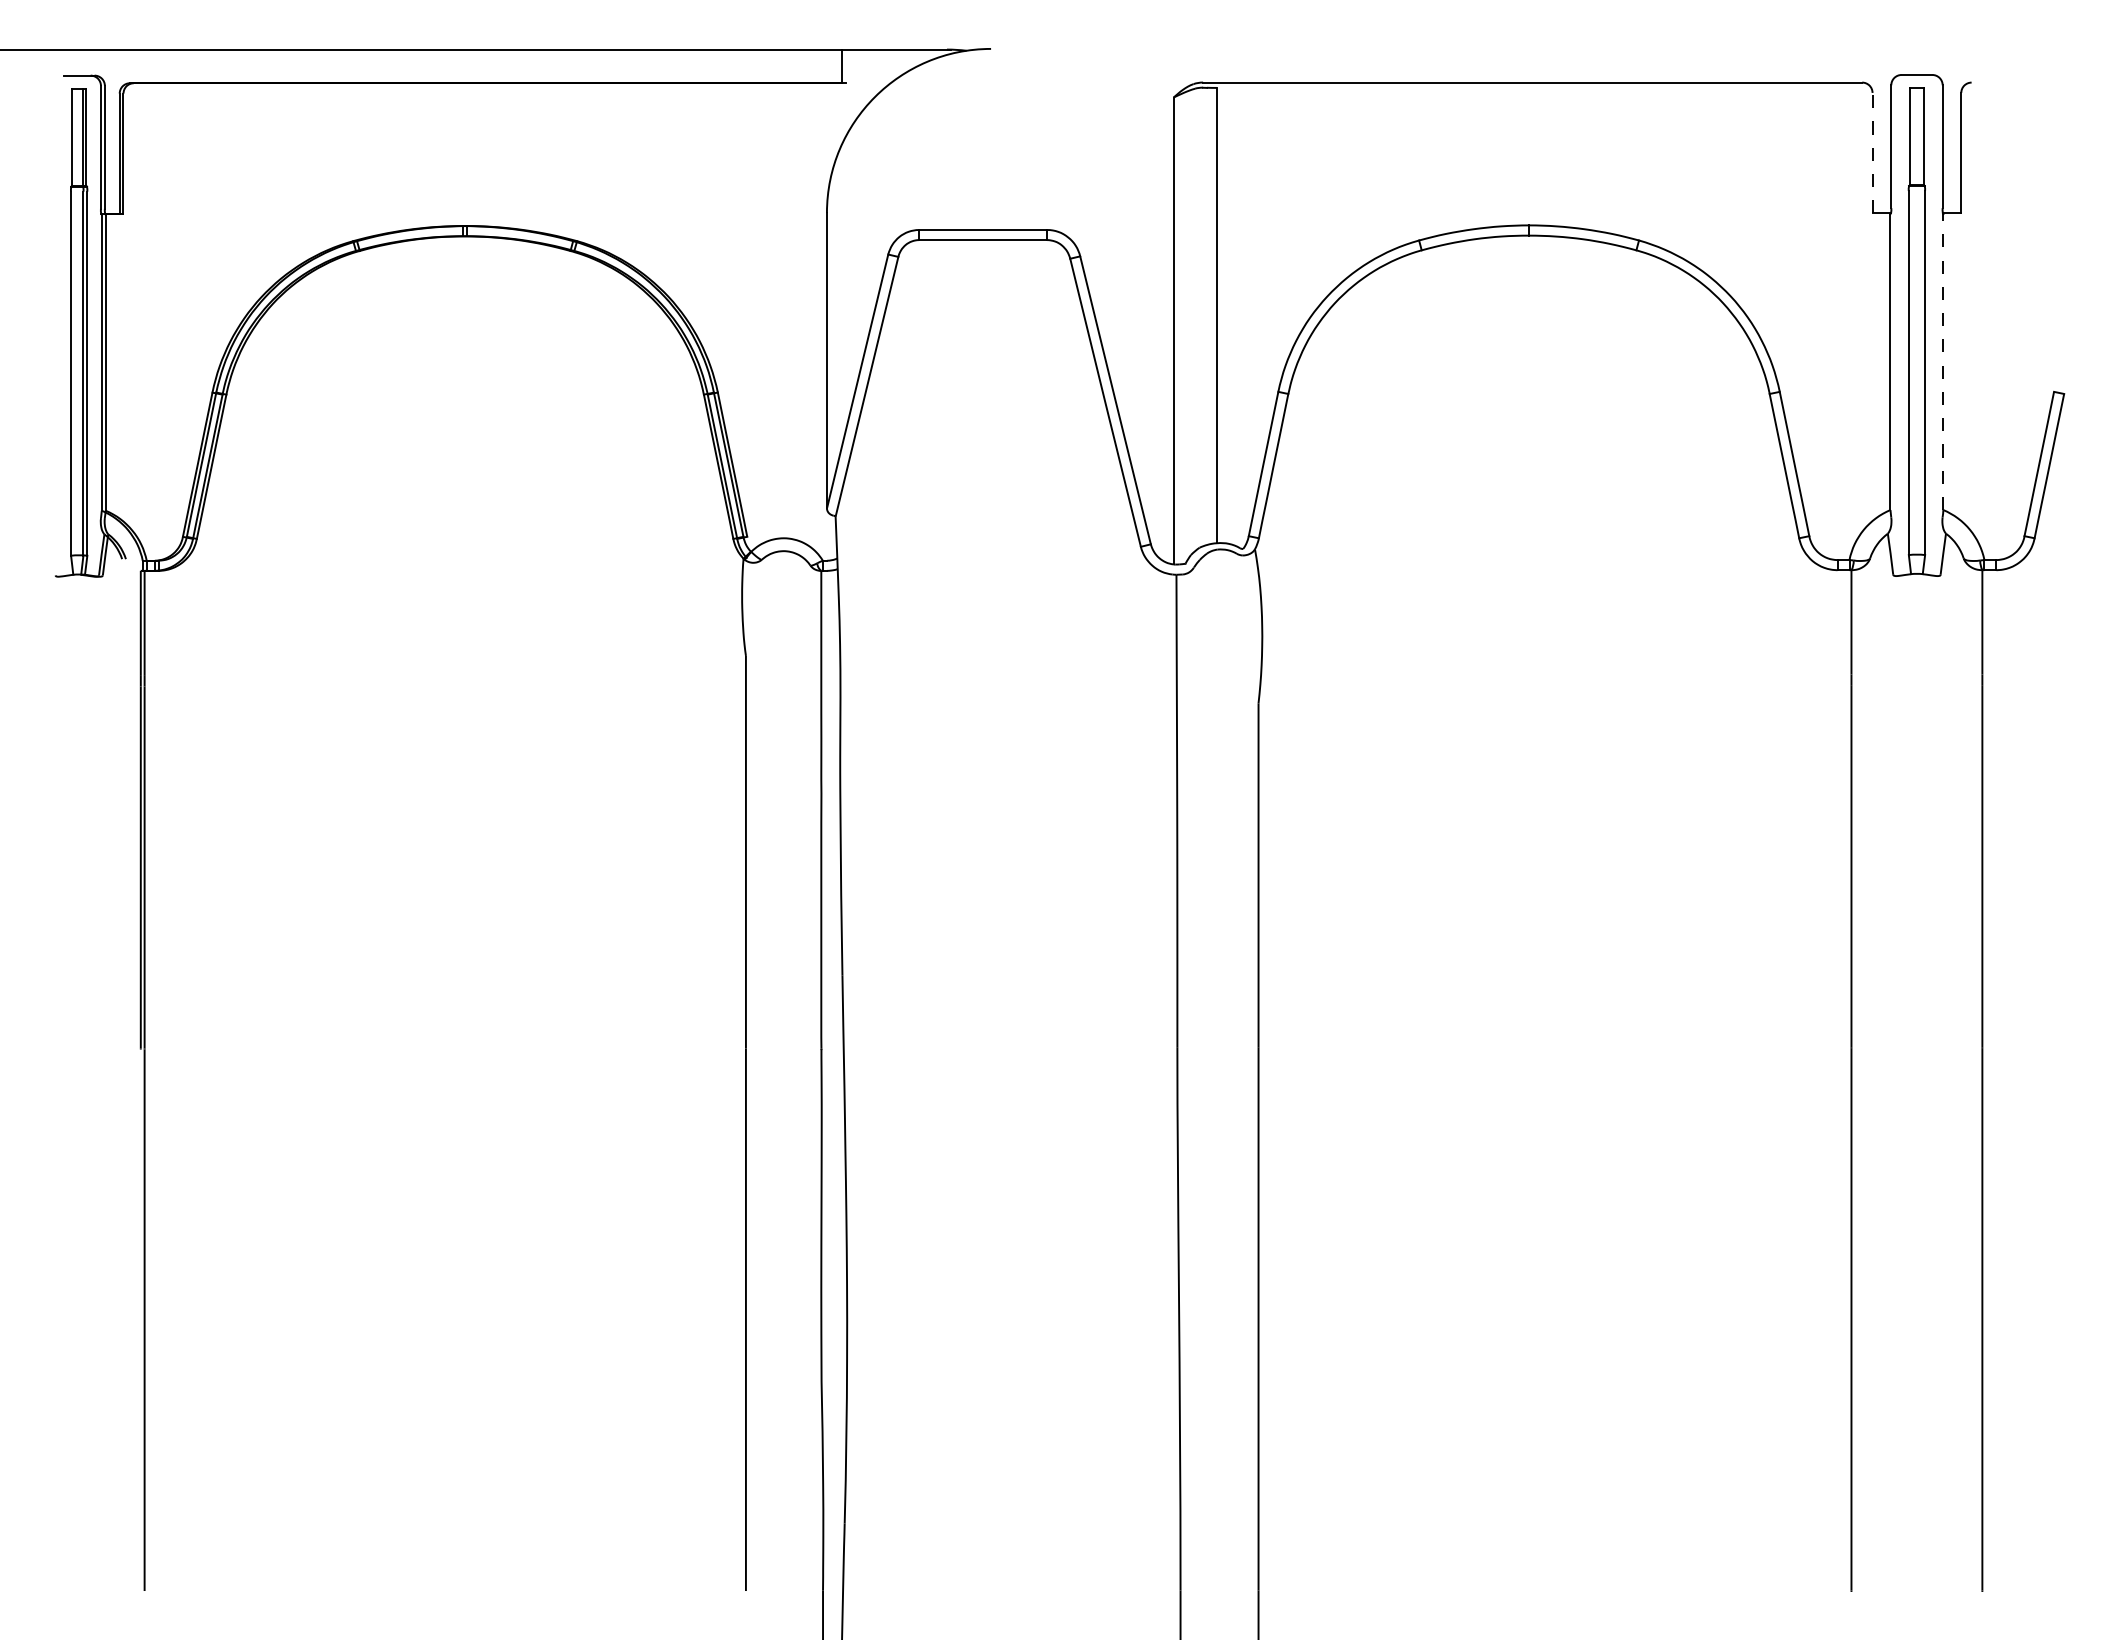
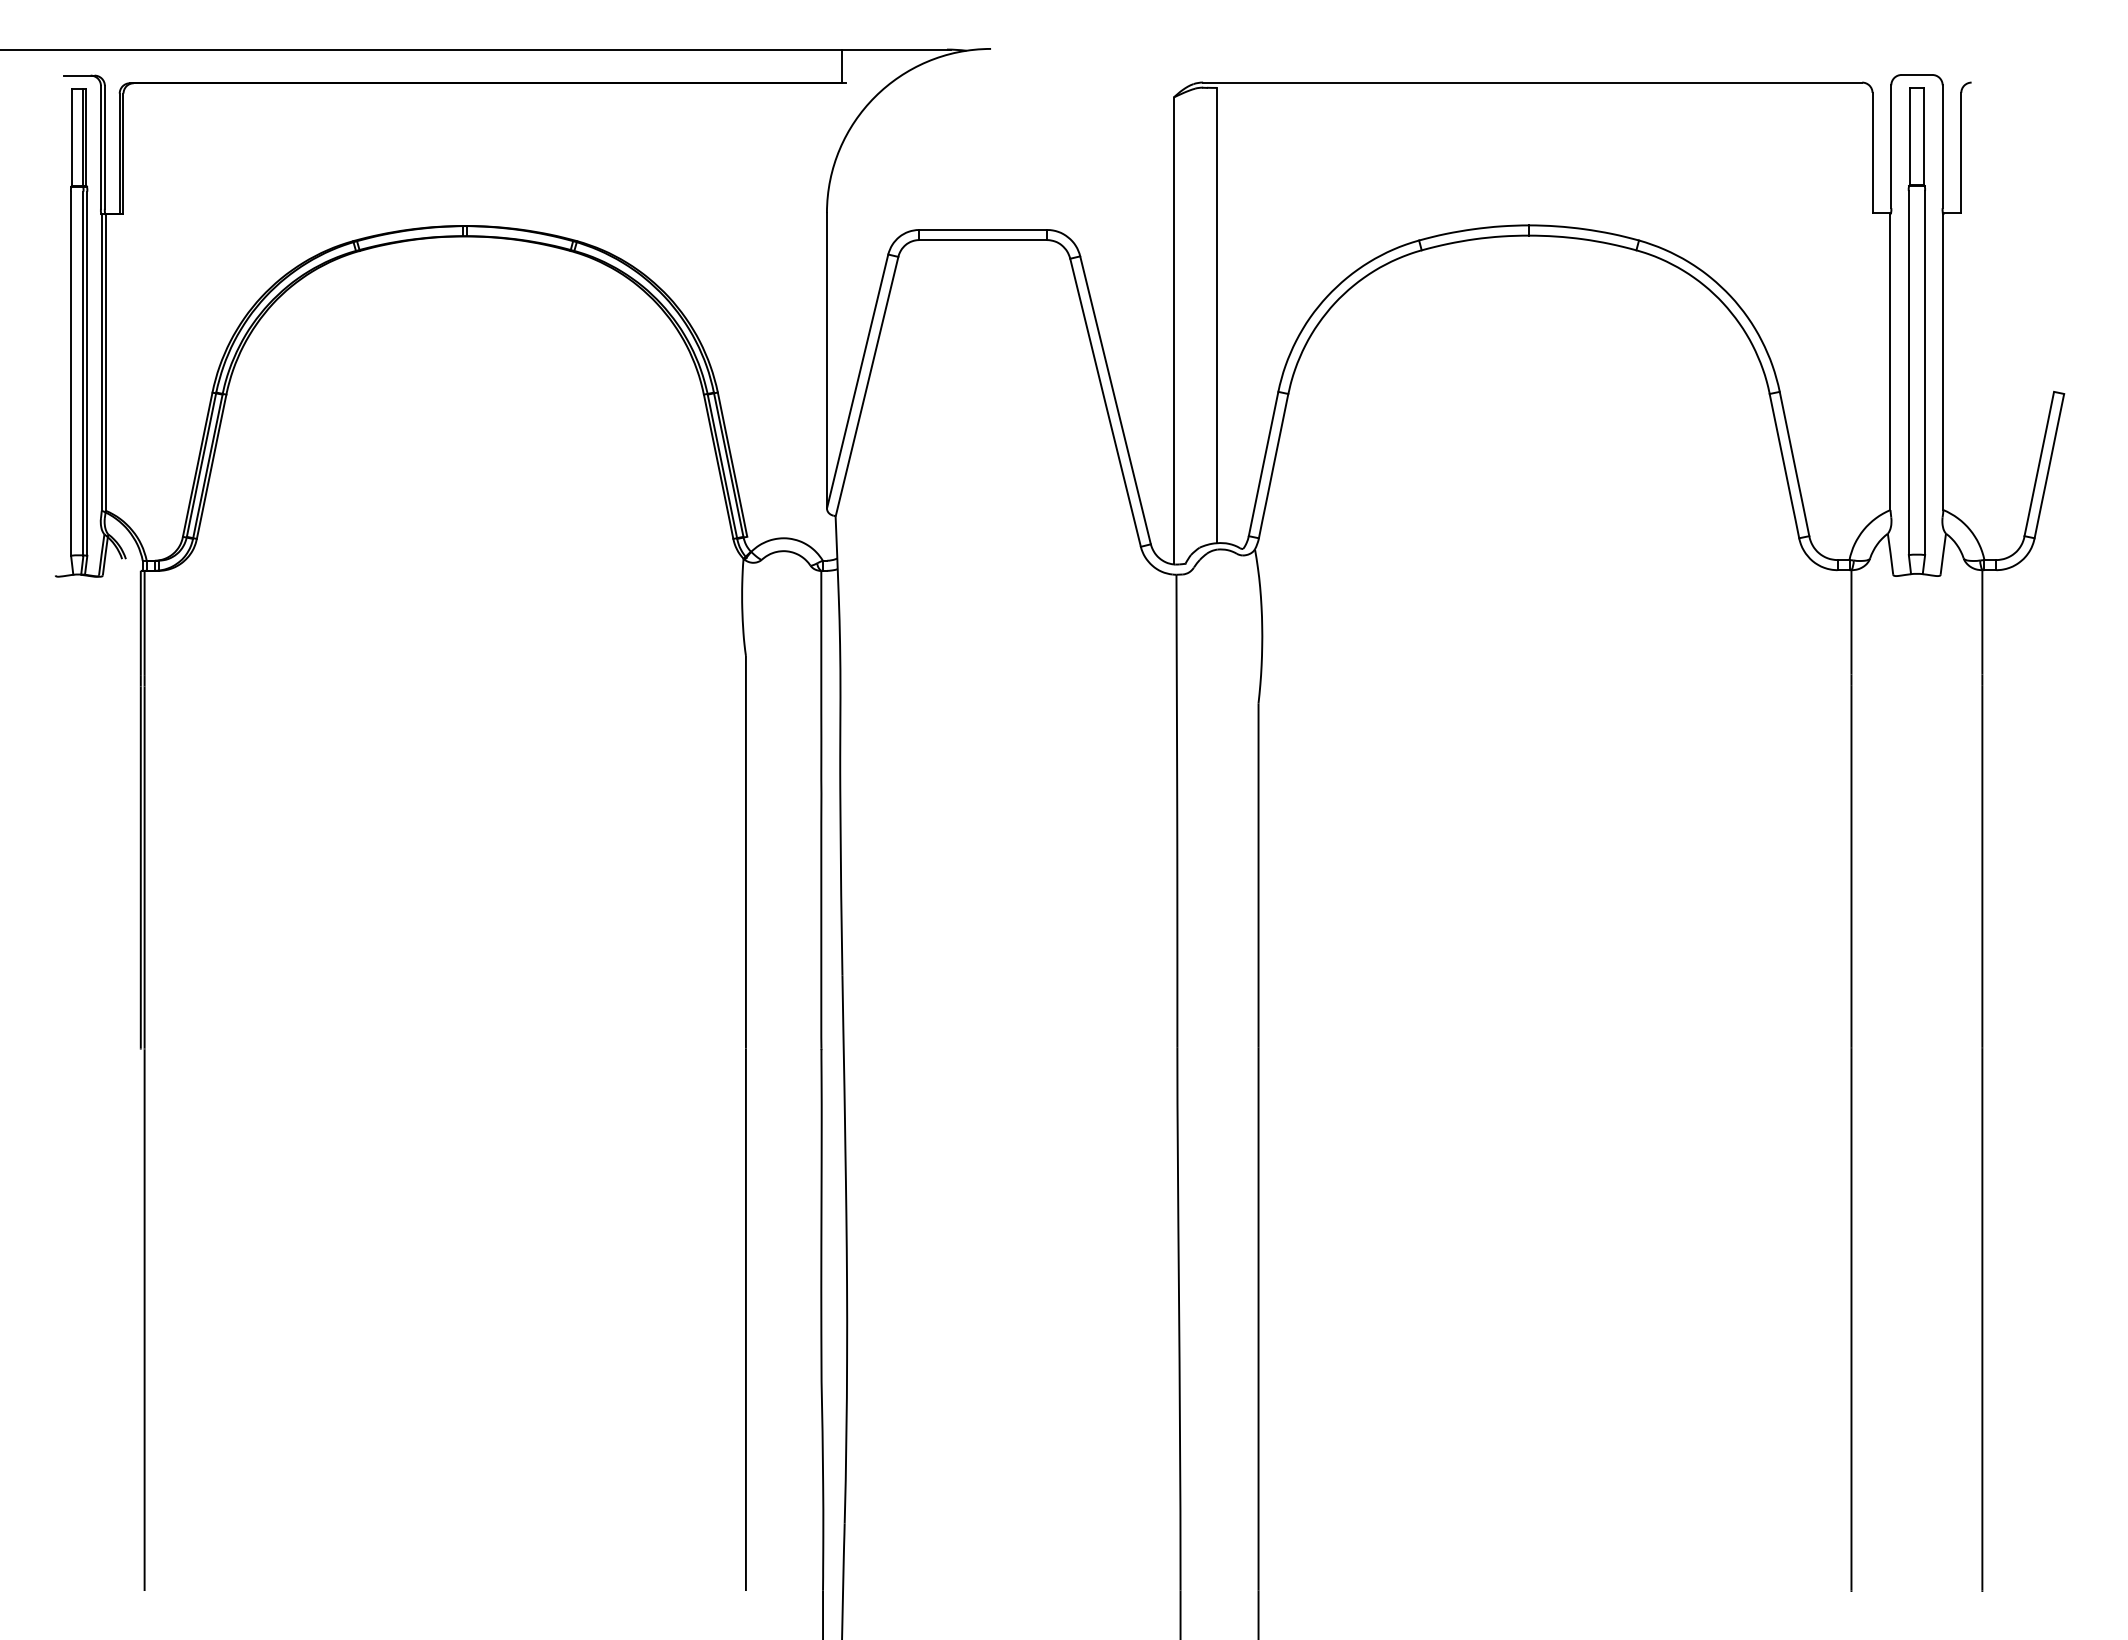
line at (1872, 152): dashed -> solid
line at (1943, 362): dashed -> solid
